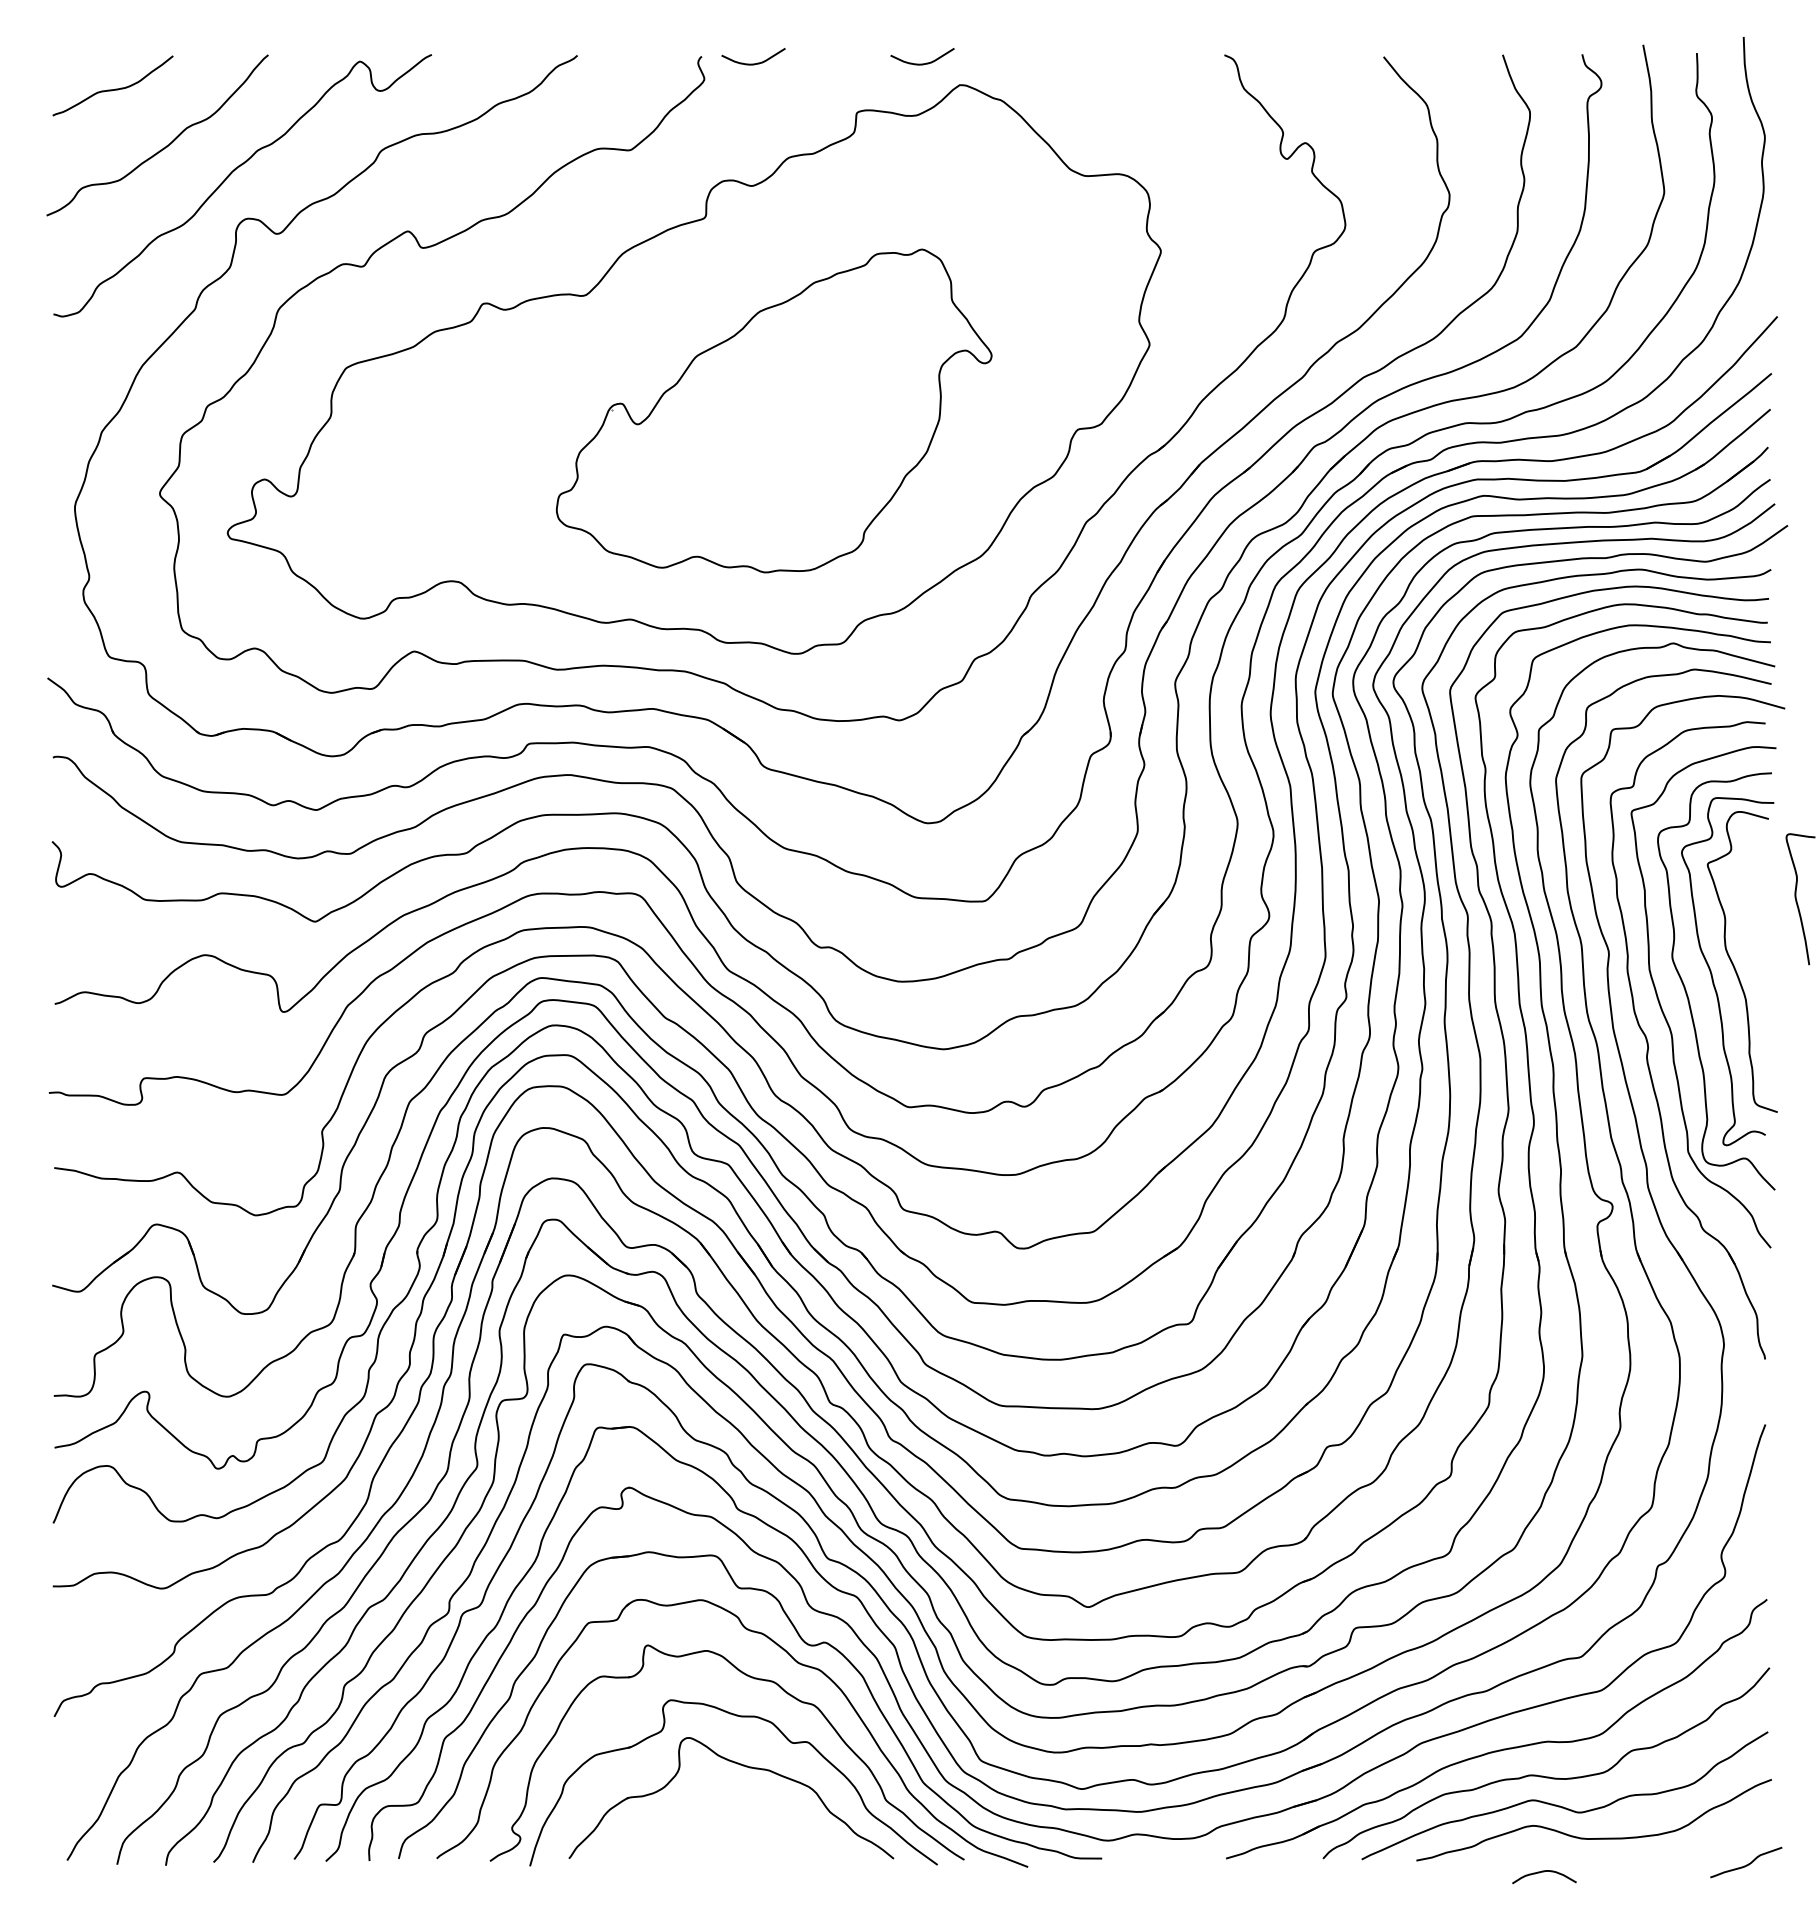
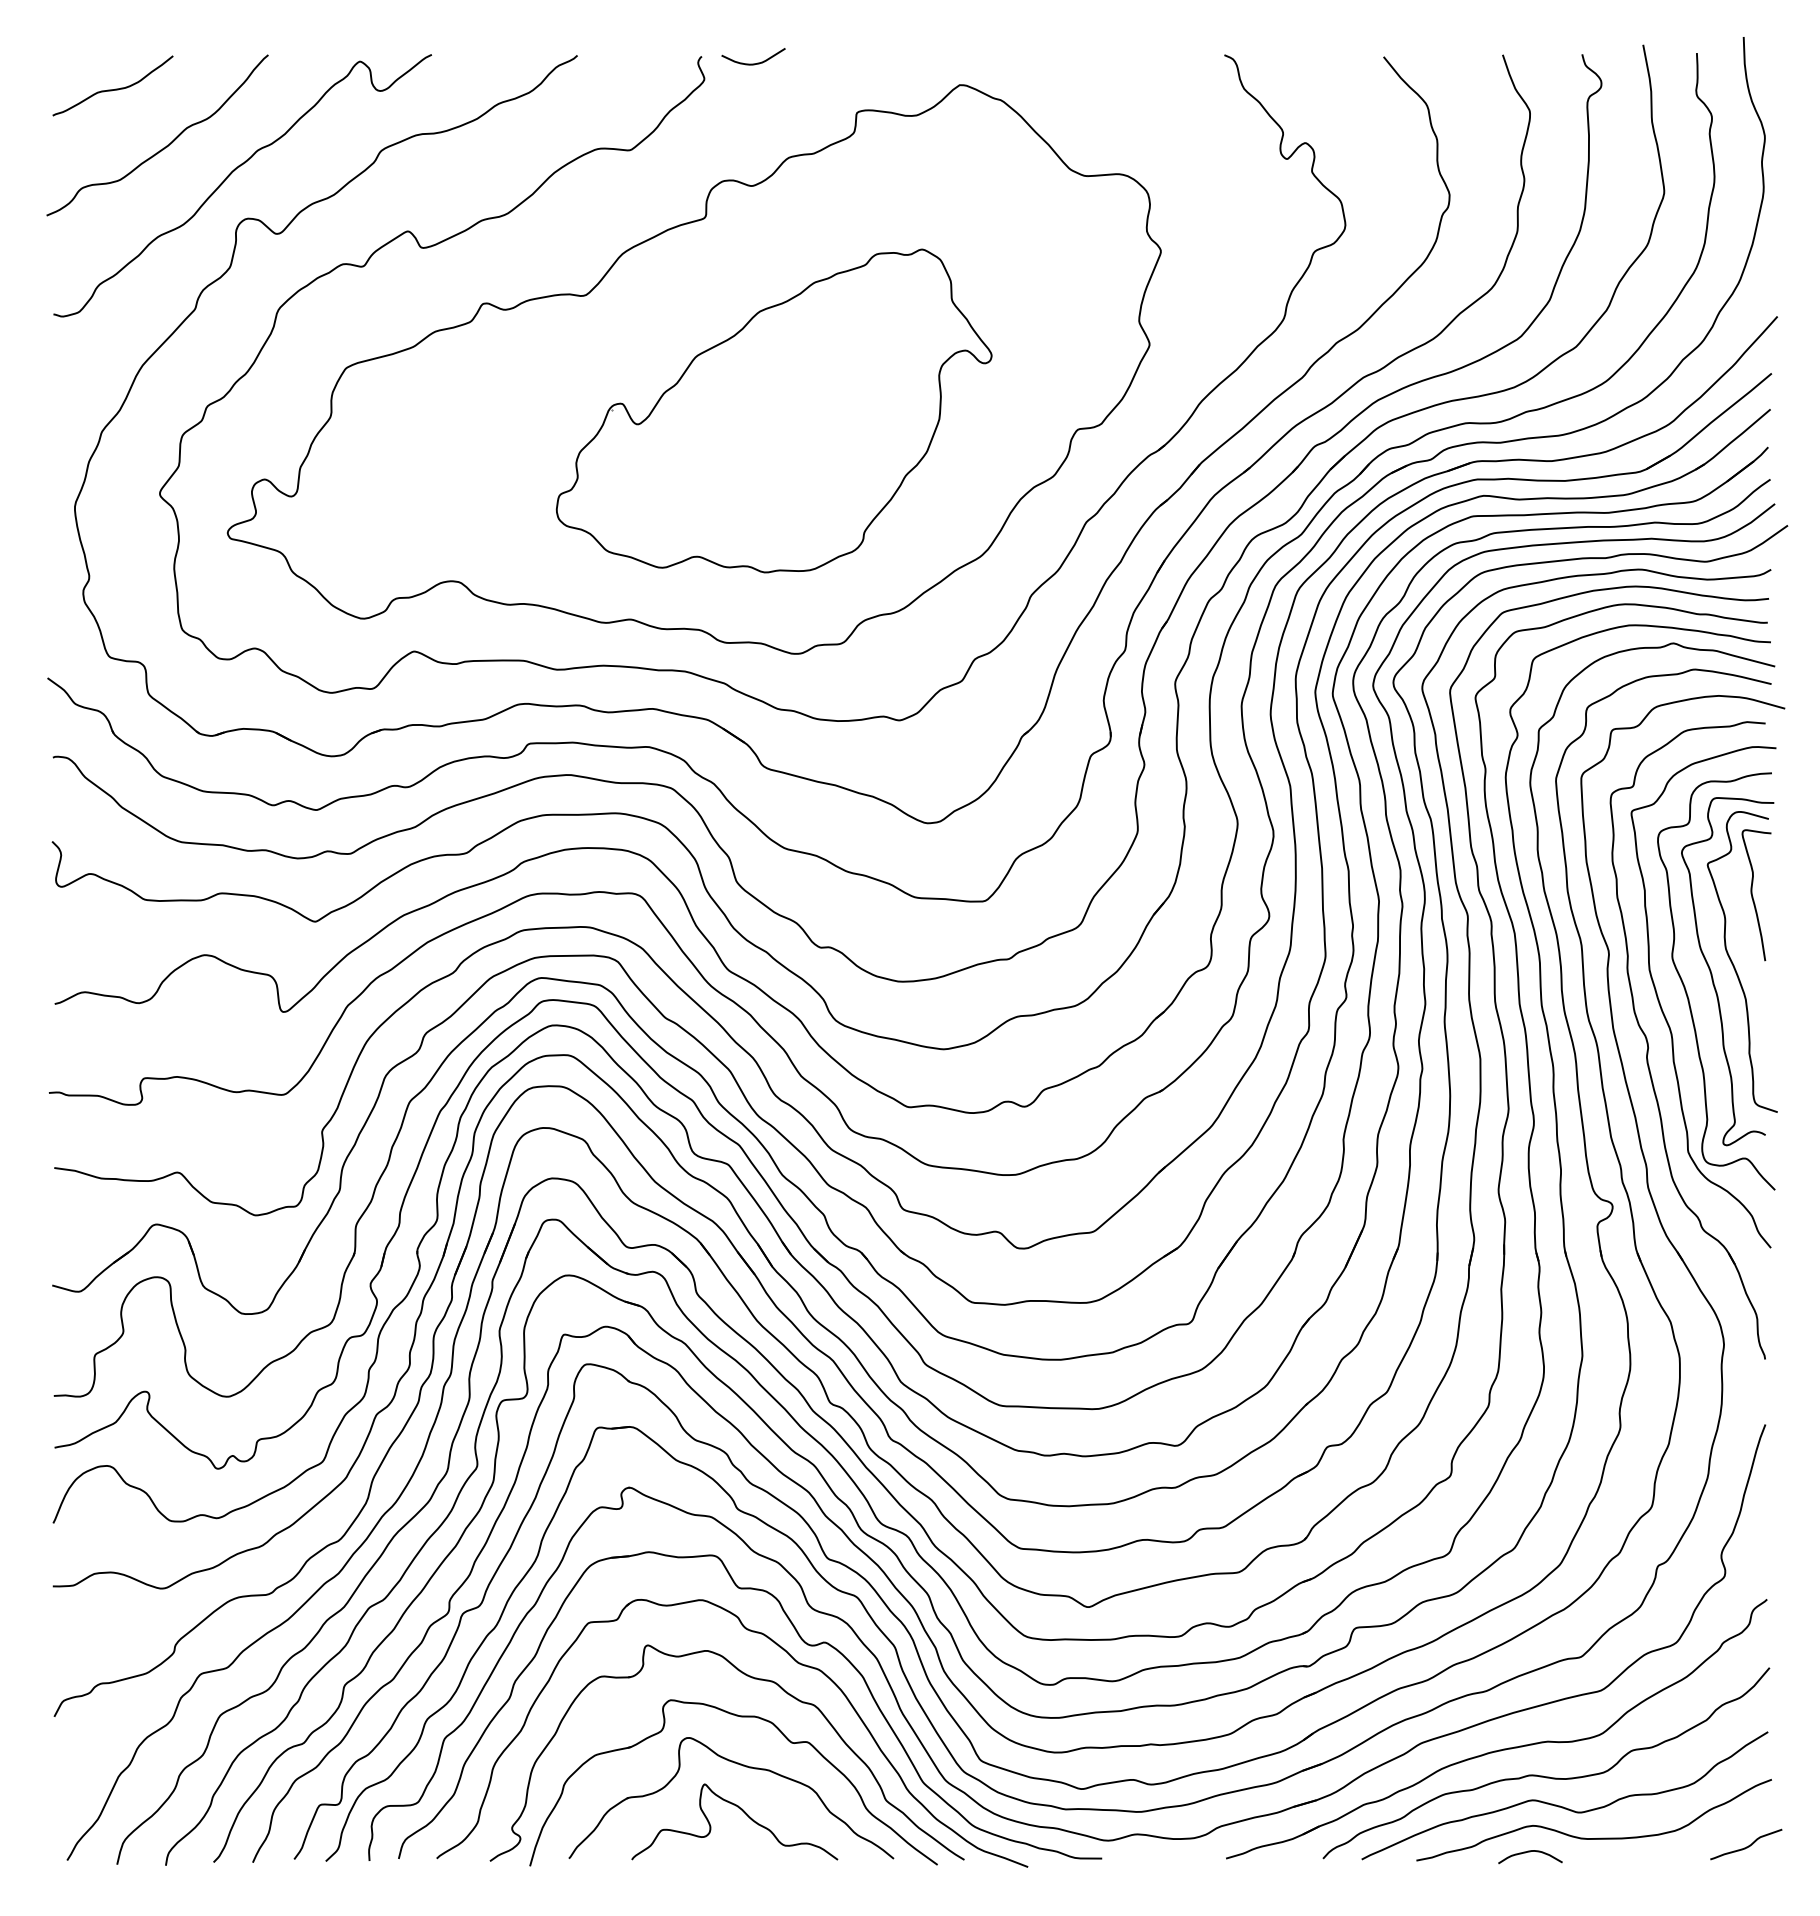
curve at (922, 63): present -> none
curve at (1797, 900) position: (1797, 900) -> (1753, 896)
curve at (743, 1812): none -> present
curve at (1746, 1864) position: (1746, 1864) -> (1746, 1846)
curve at (1544, 1872) position: (1544, 1872) -> (1530, 1852)
